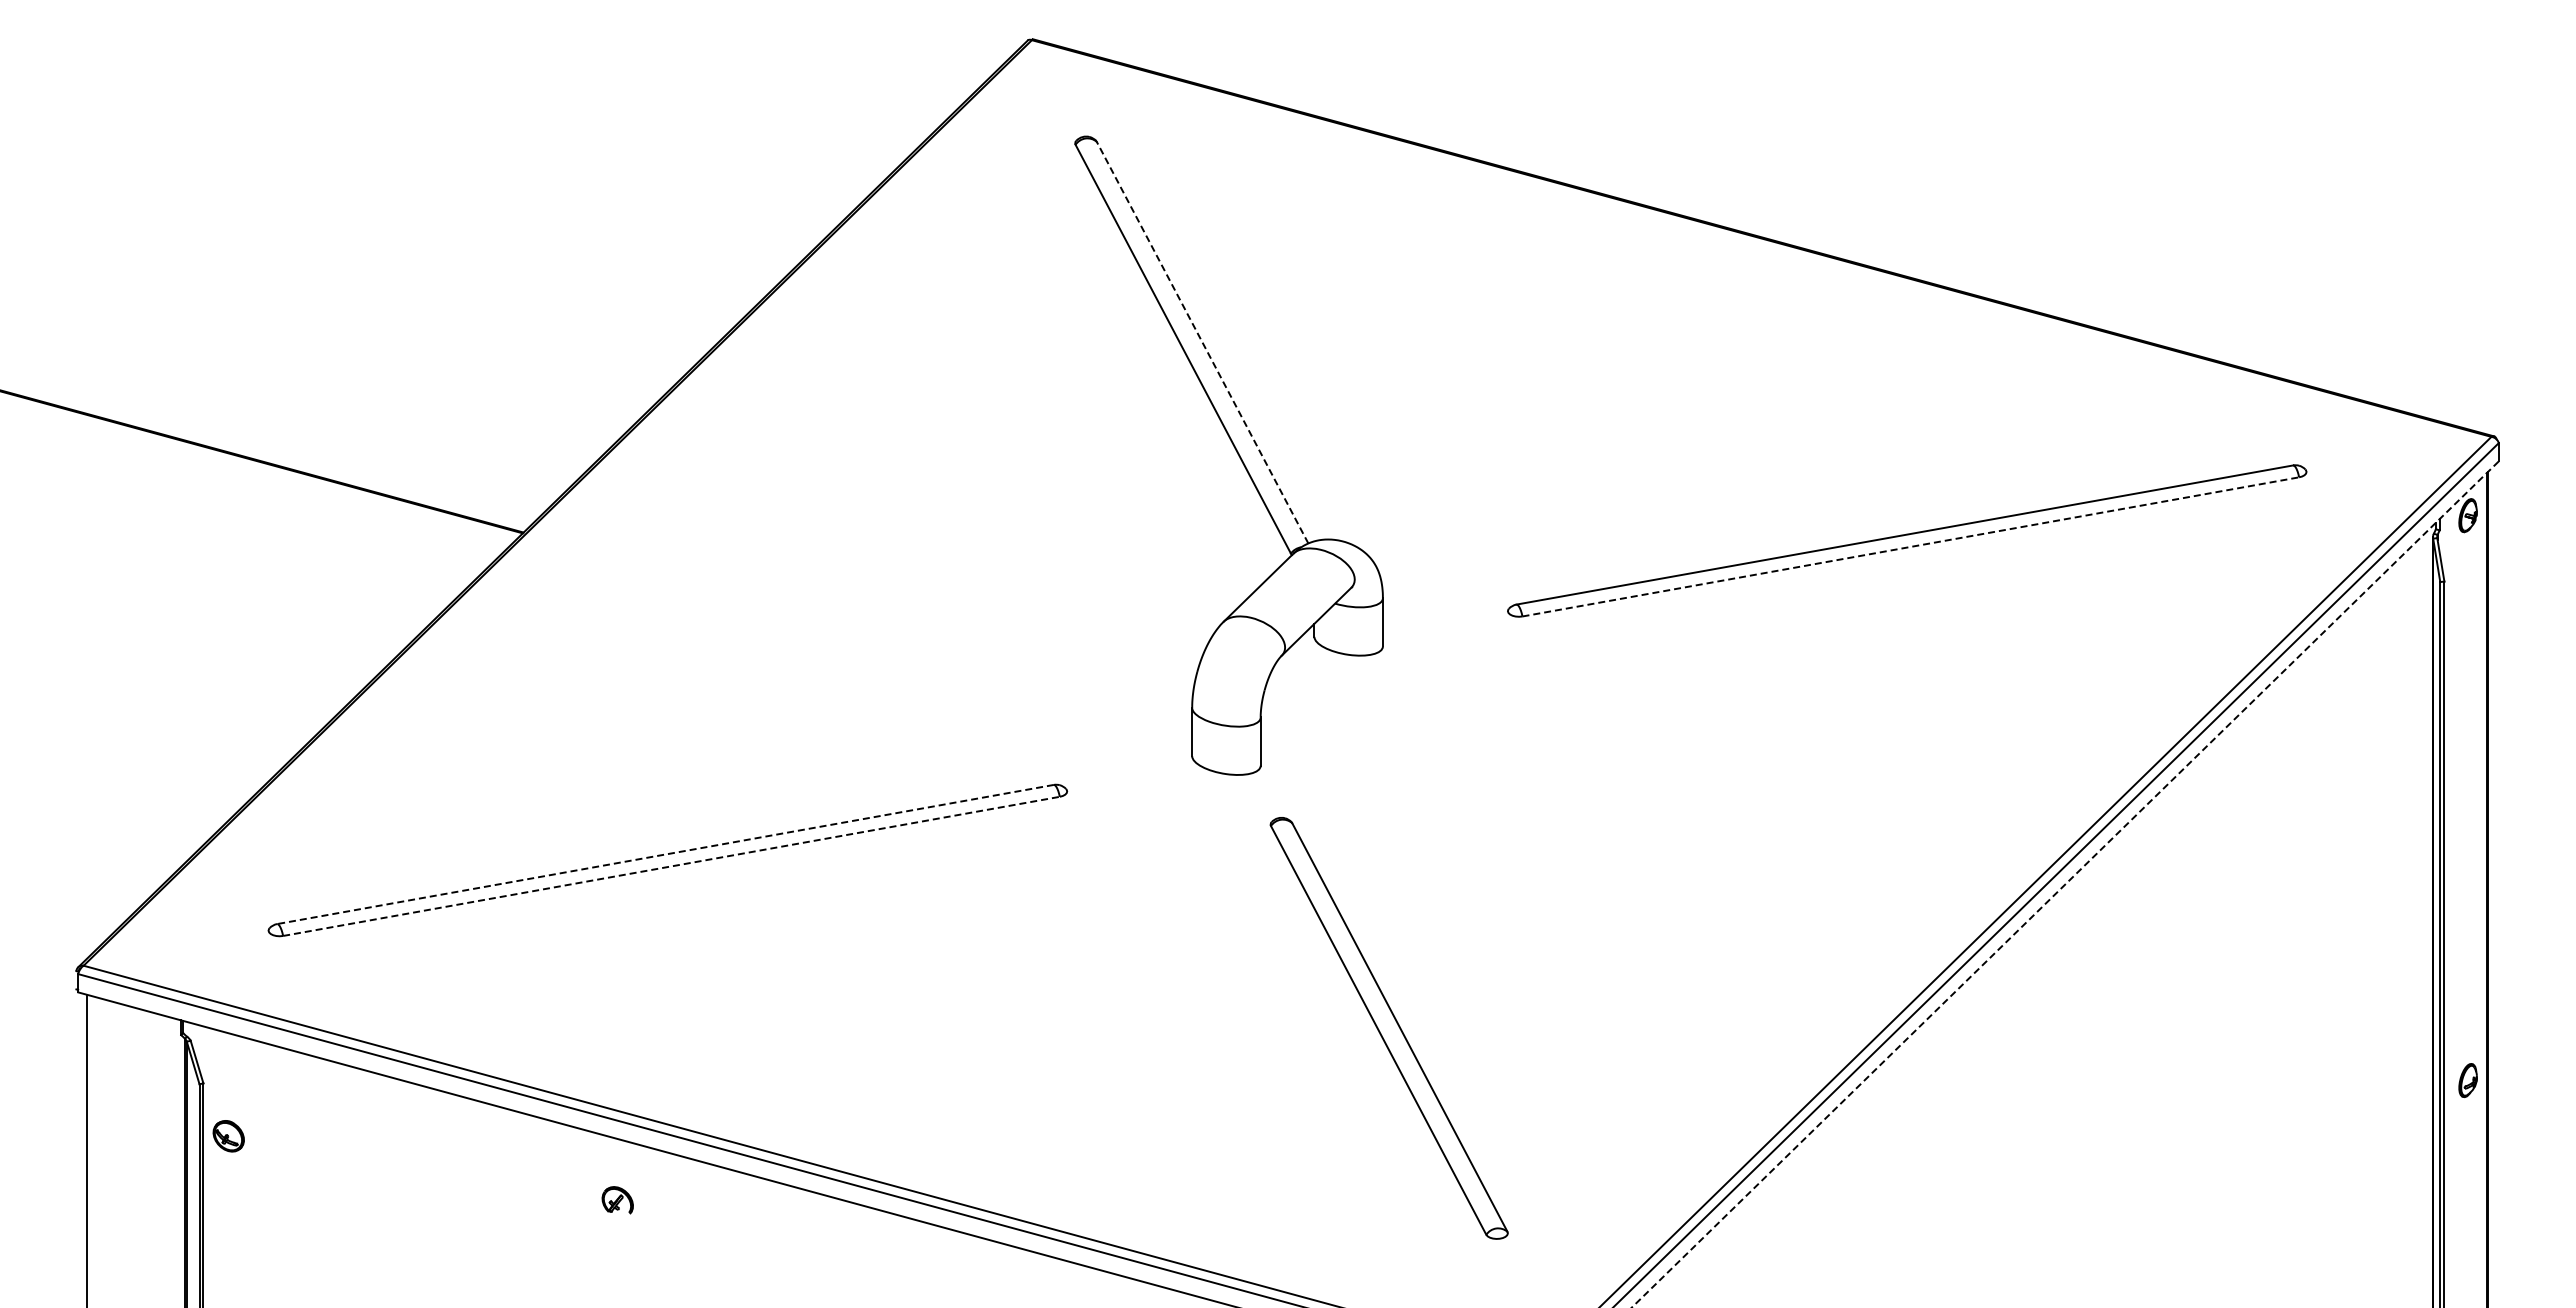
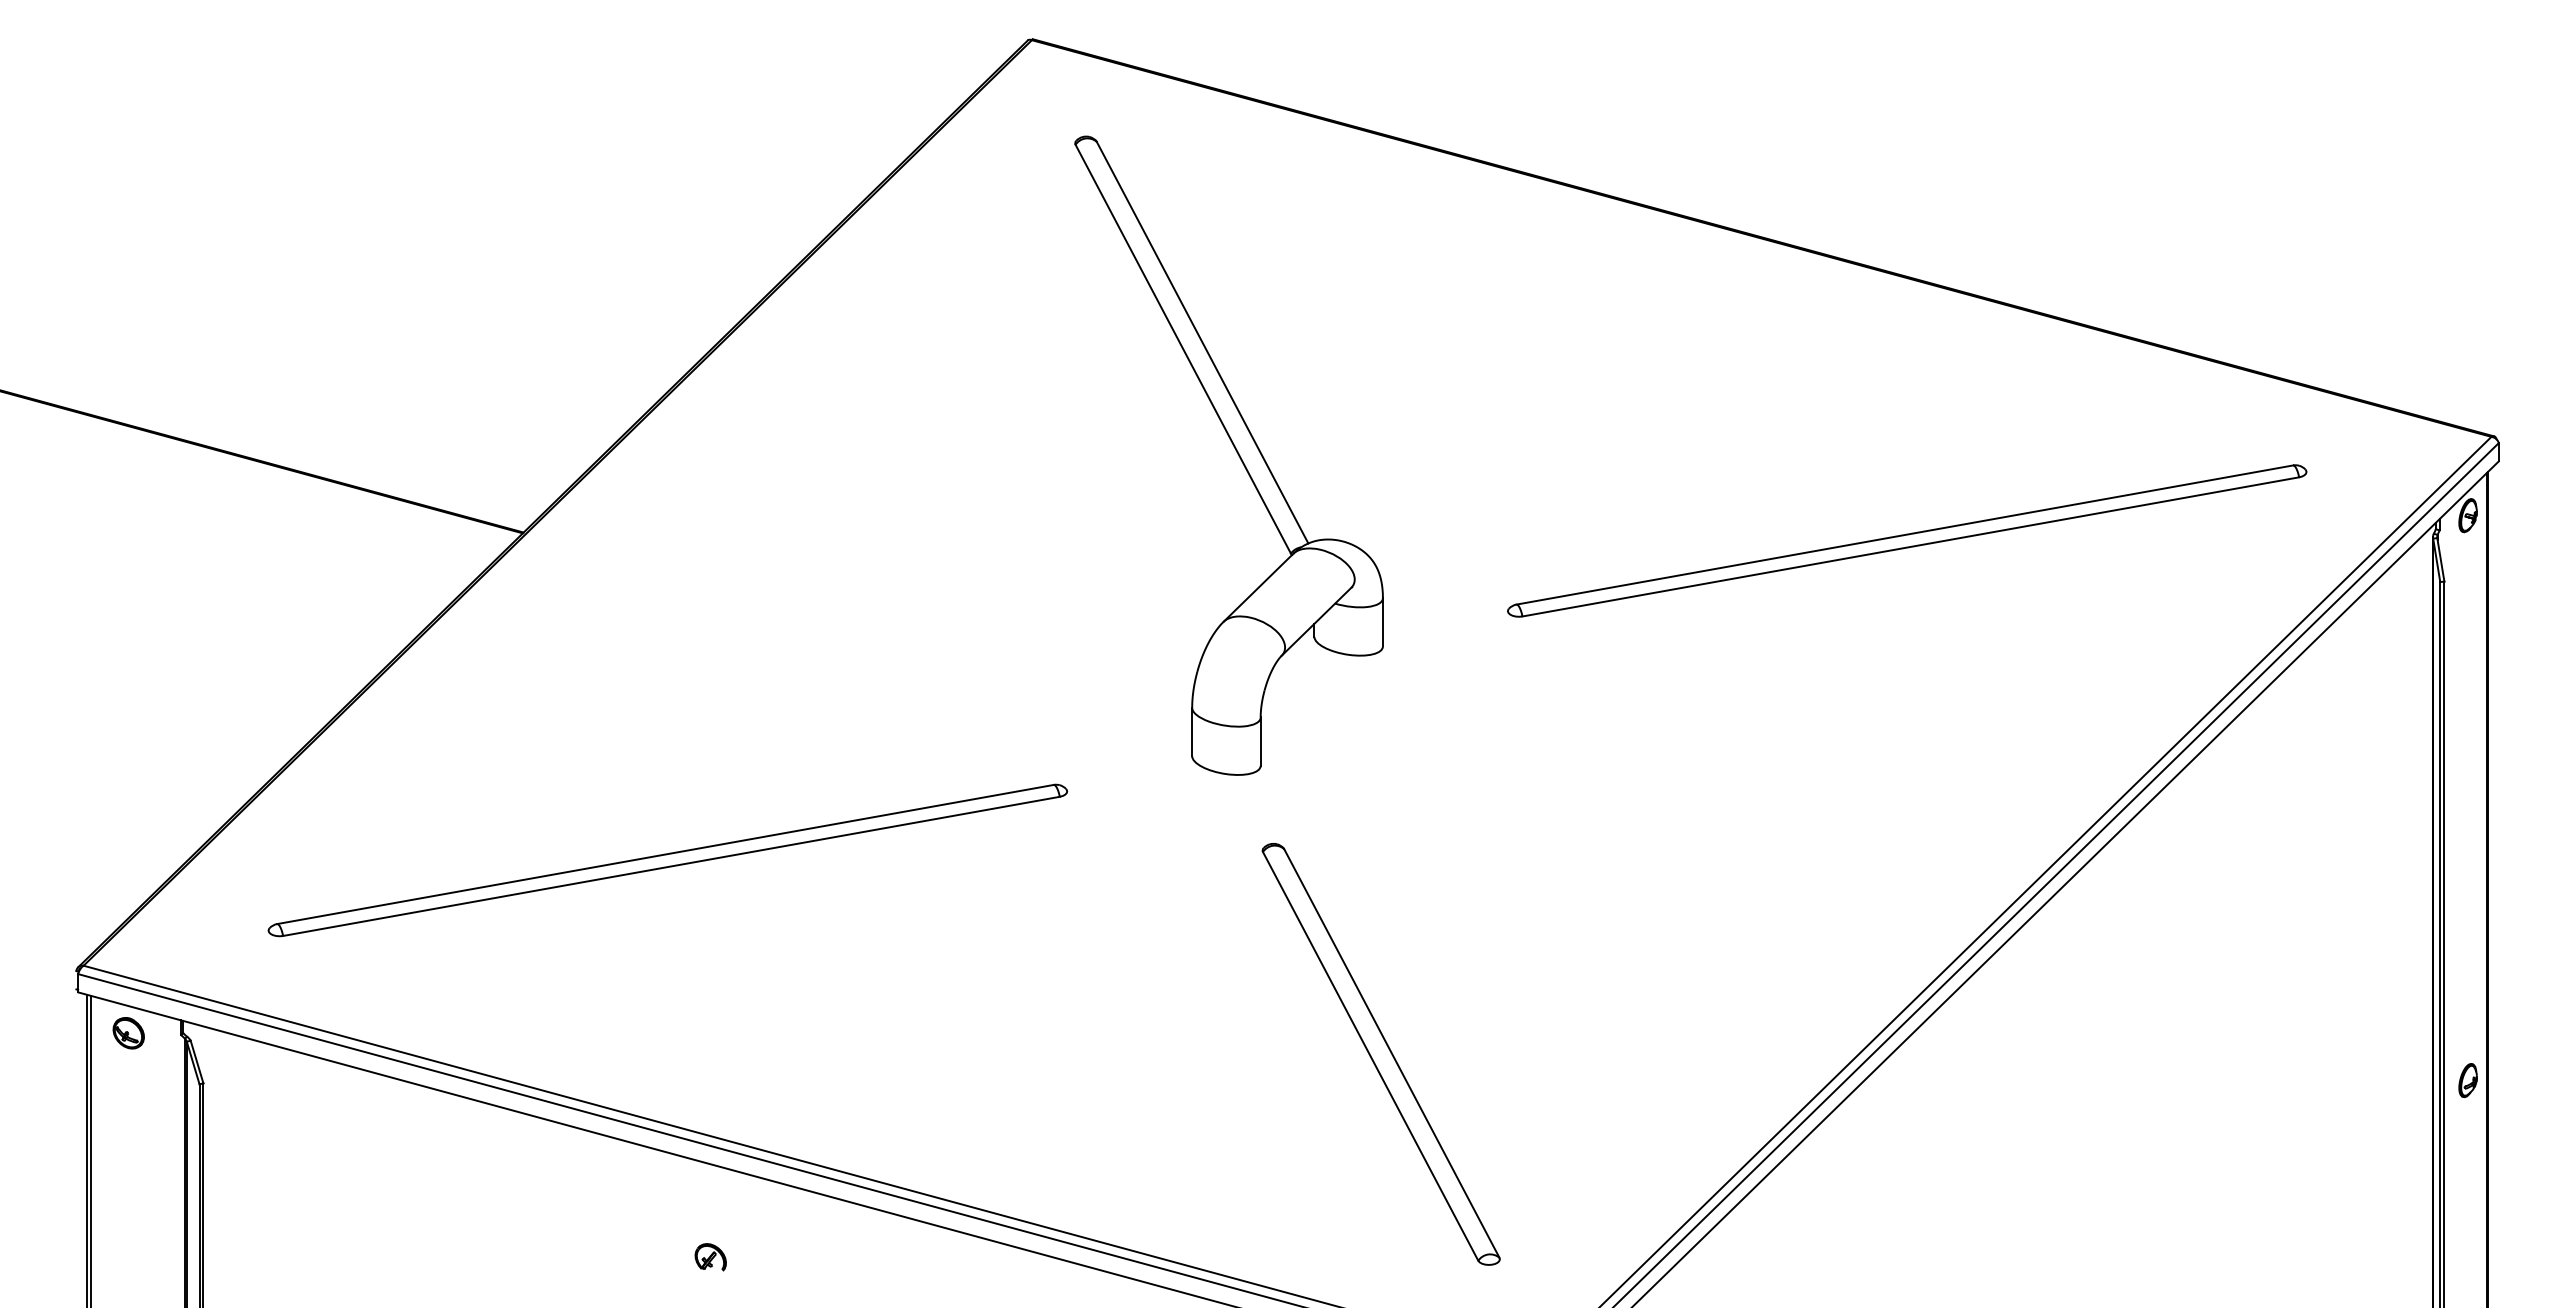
line at (1202, 342): dashed -> solid
line at (1910, 546): dashed -> solid
line at (665, 854): dashed -> solid
line at (671, 866): dashed -> solid
line at (2065, 884): dashed -> solid
part at (1388, 1028) position: (1388, 1028) -> (1380, 1054)
part at (228, 1136) position: (228, 1136) -> (128, 1033)
line at (91, 1149): none -> present
part at (617, 1200) position: (617, 1200) -> (710, 1257)
